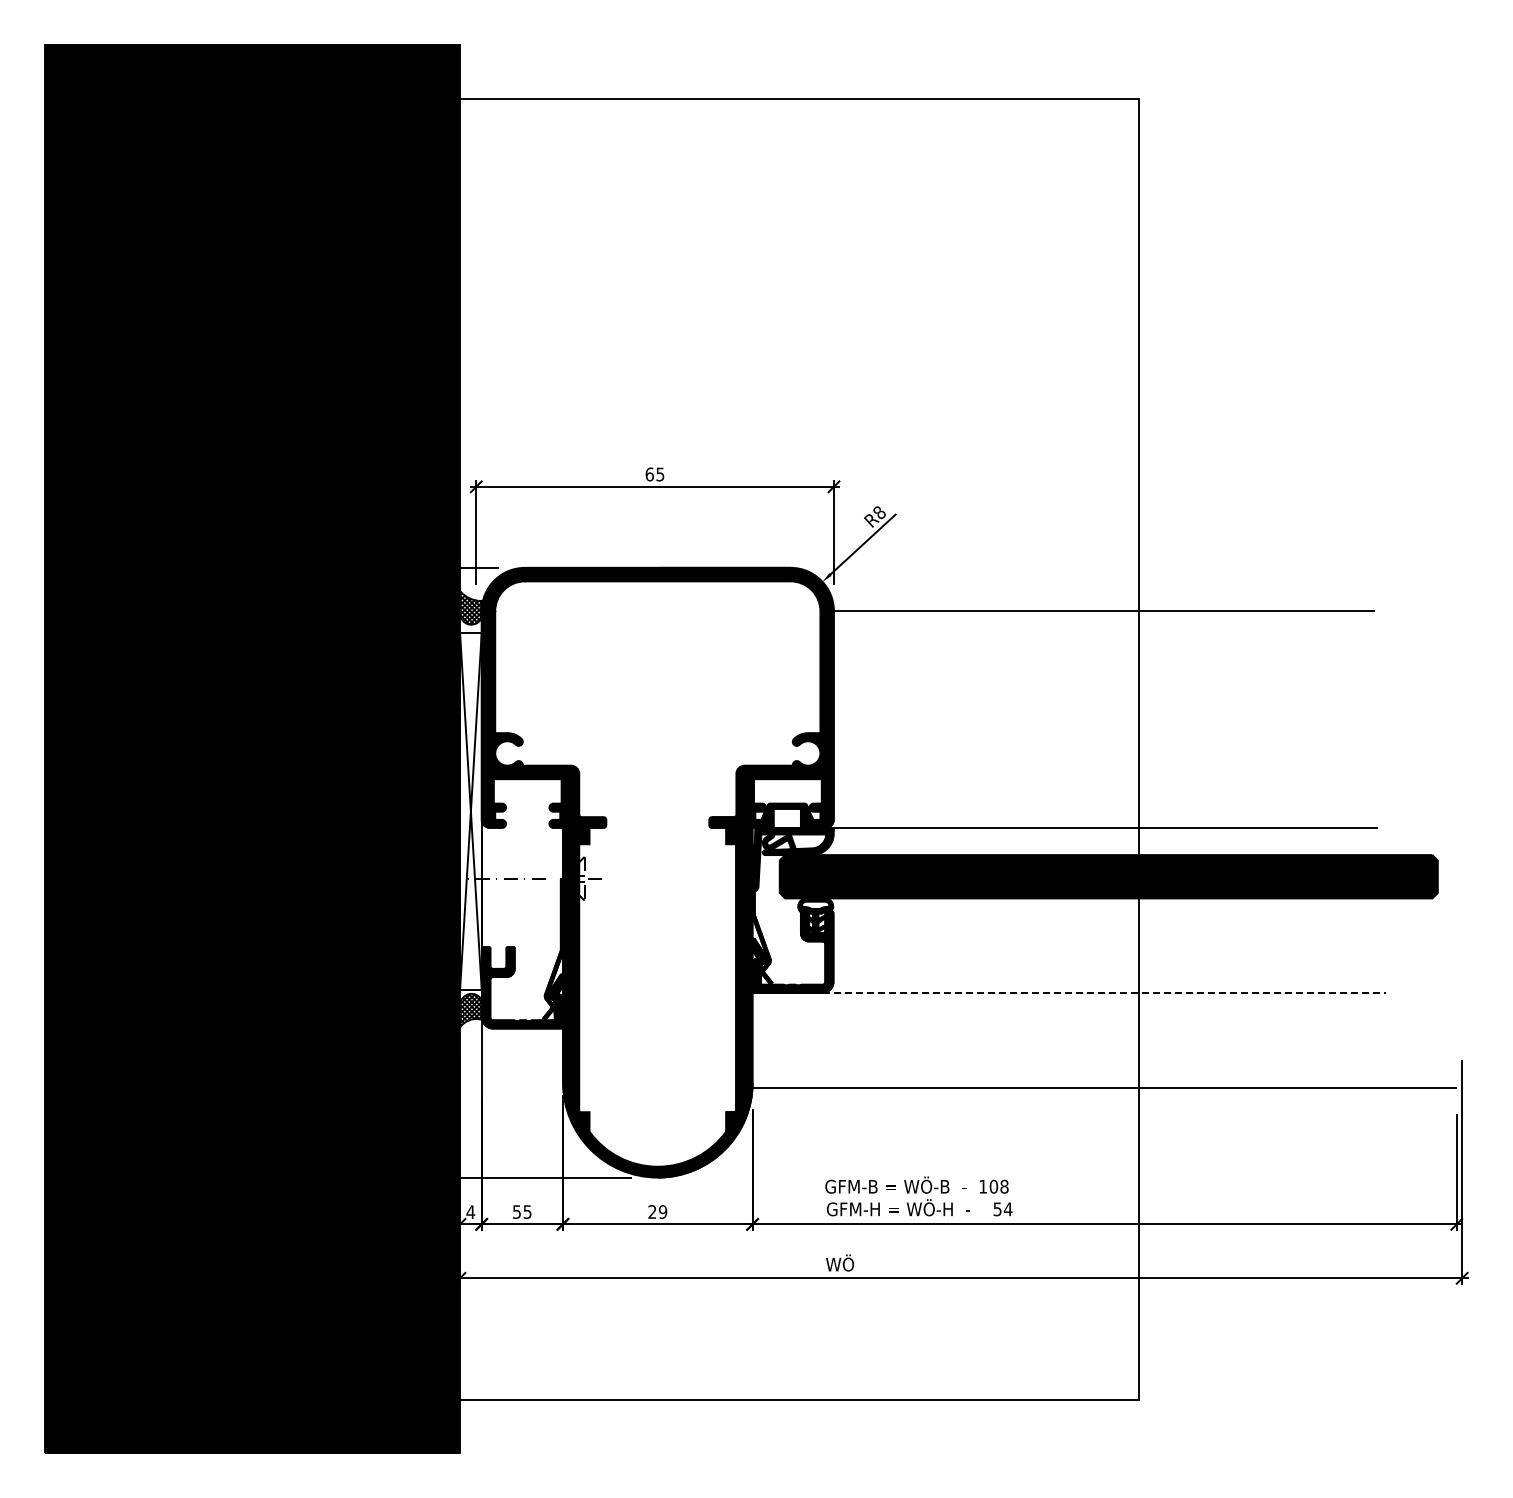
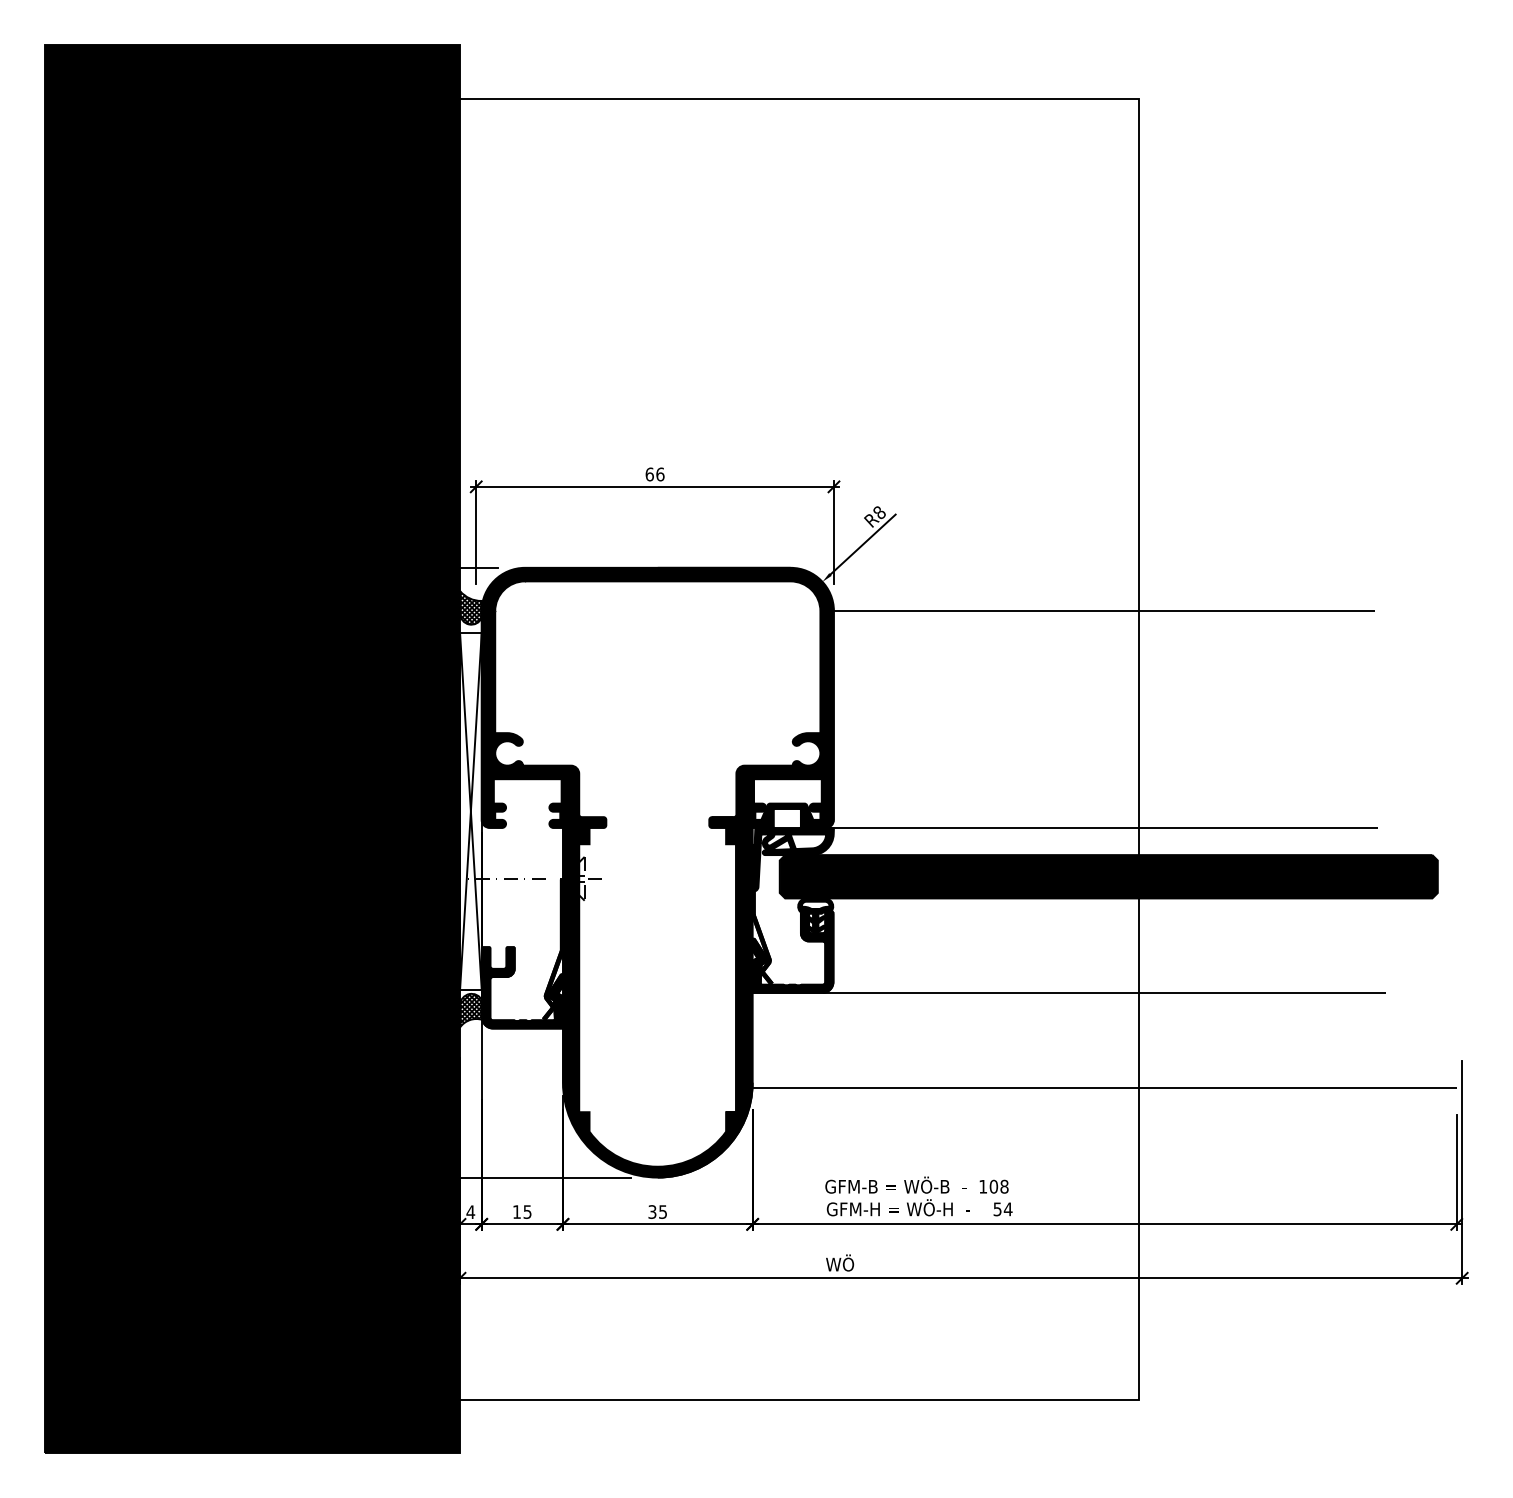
text at (660, 474): 65 -> 66
line at (1104, 992): dashed -> solid
text at (516, 1211): 55 -> 15
text at (657, 1211): 29 -> 35
